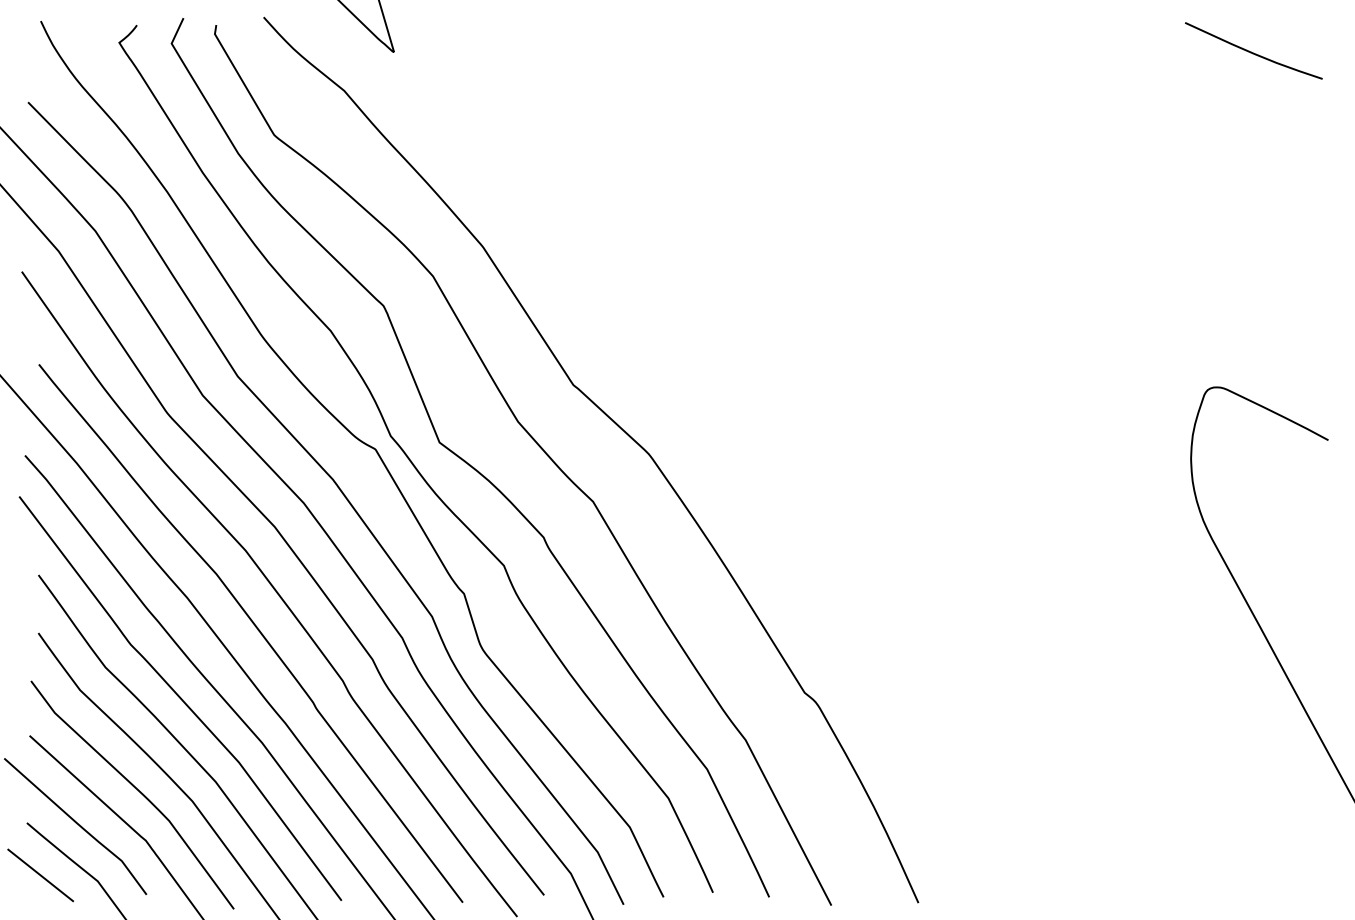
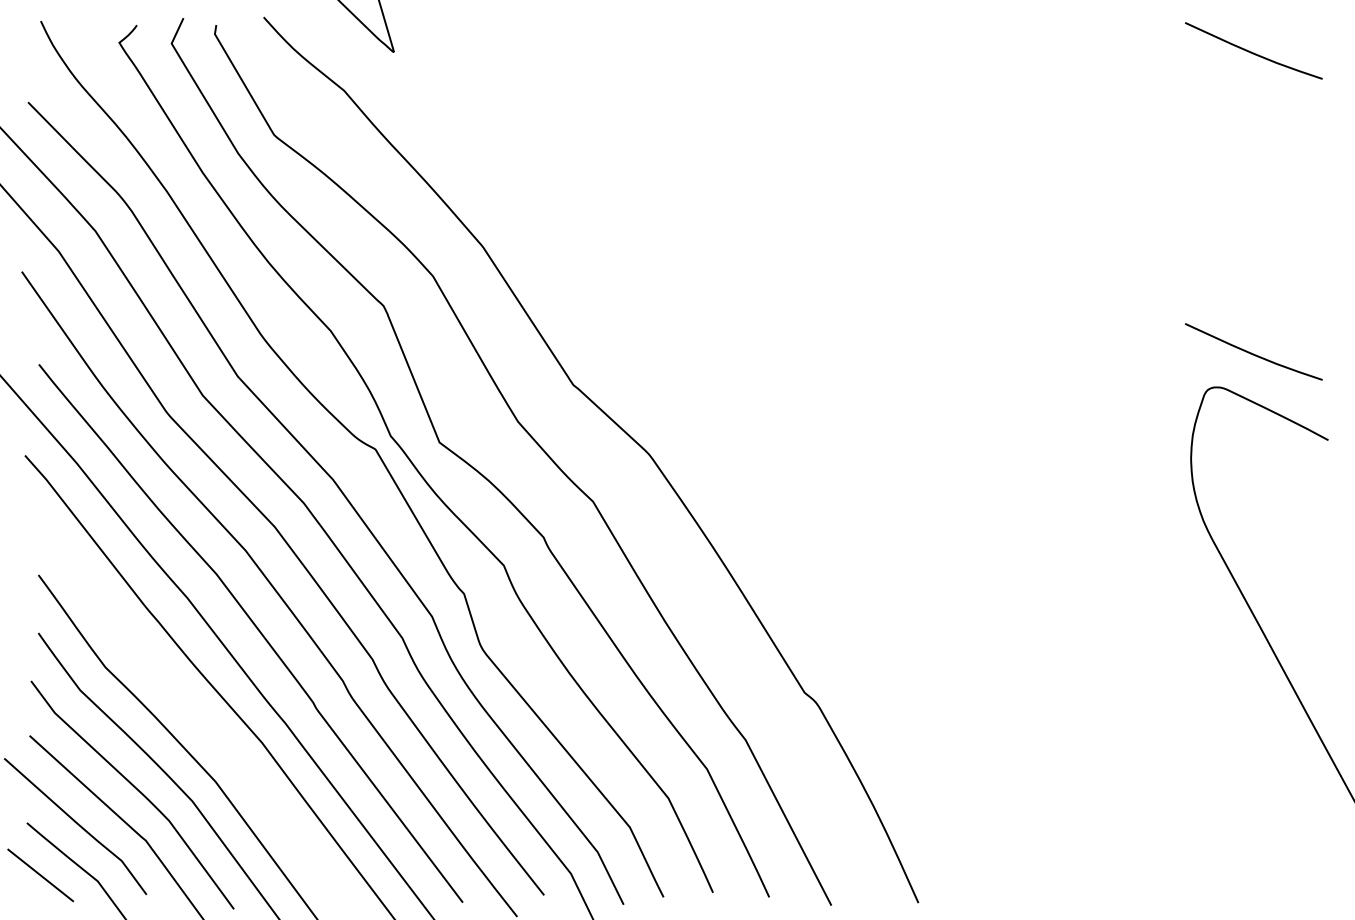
curve at (1253, 353): none -> present
curve at (180, 698): present -> none
